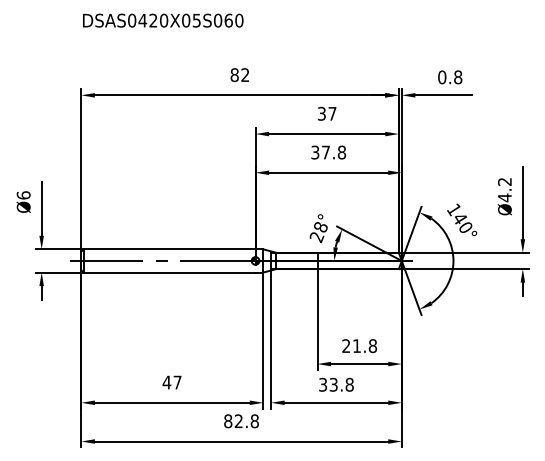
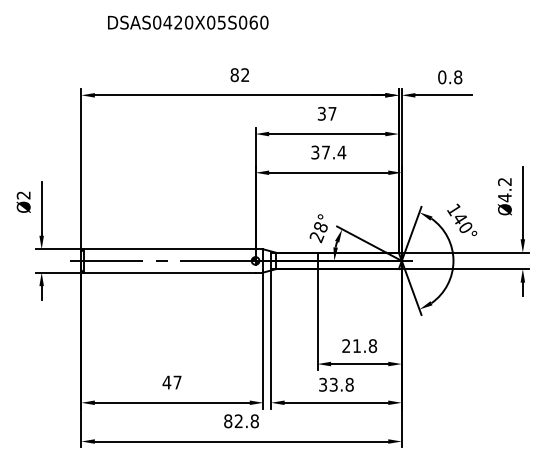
text at (163, 20) position: (163, 20) -> (188, 22)
text at (341, 152): 37.8 -> 37.4
text at (23, 195): Ø6 -> Ø2
